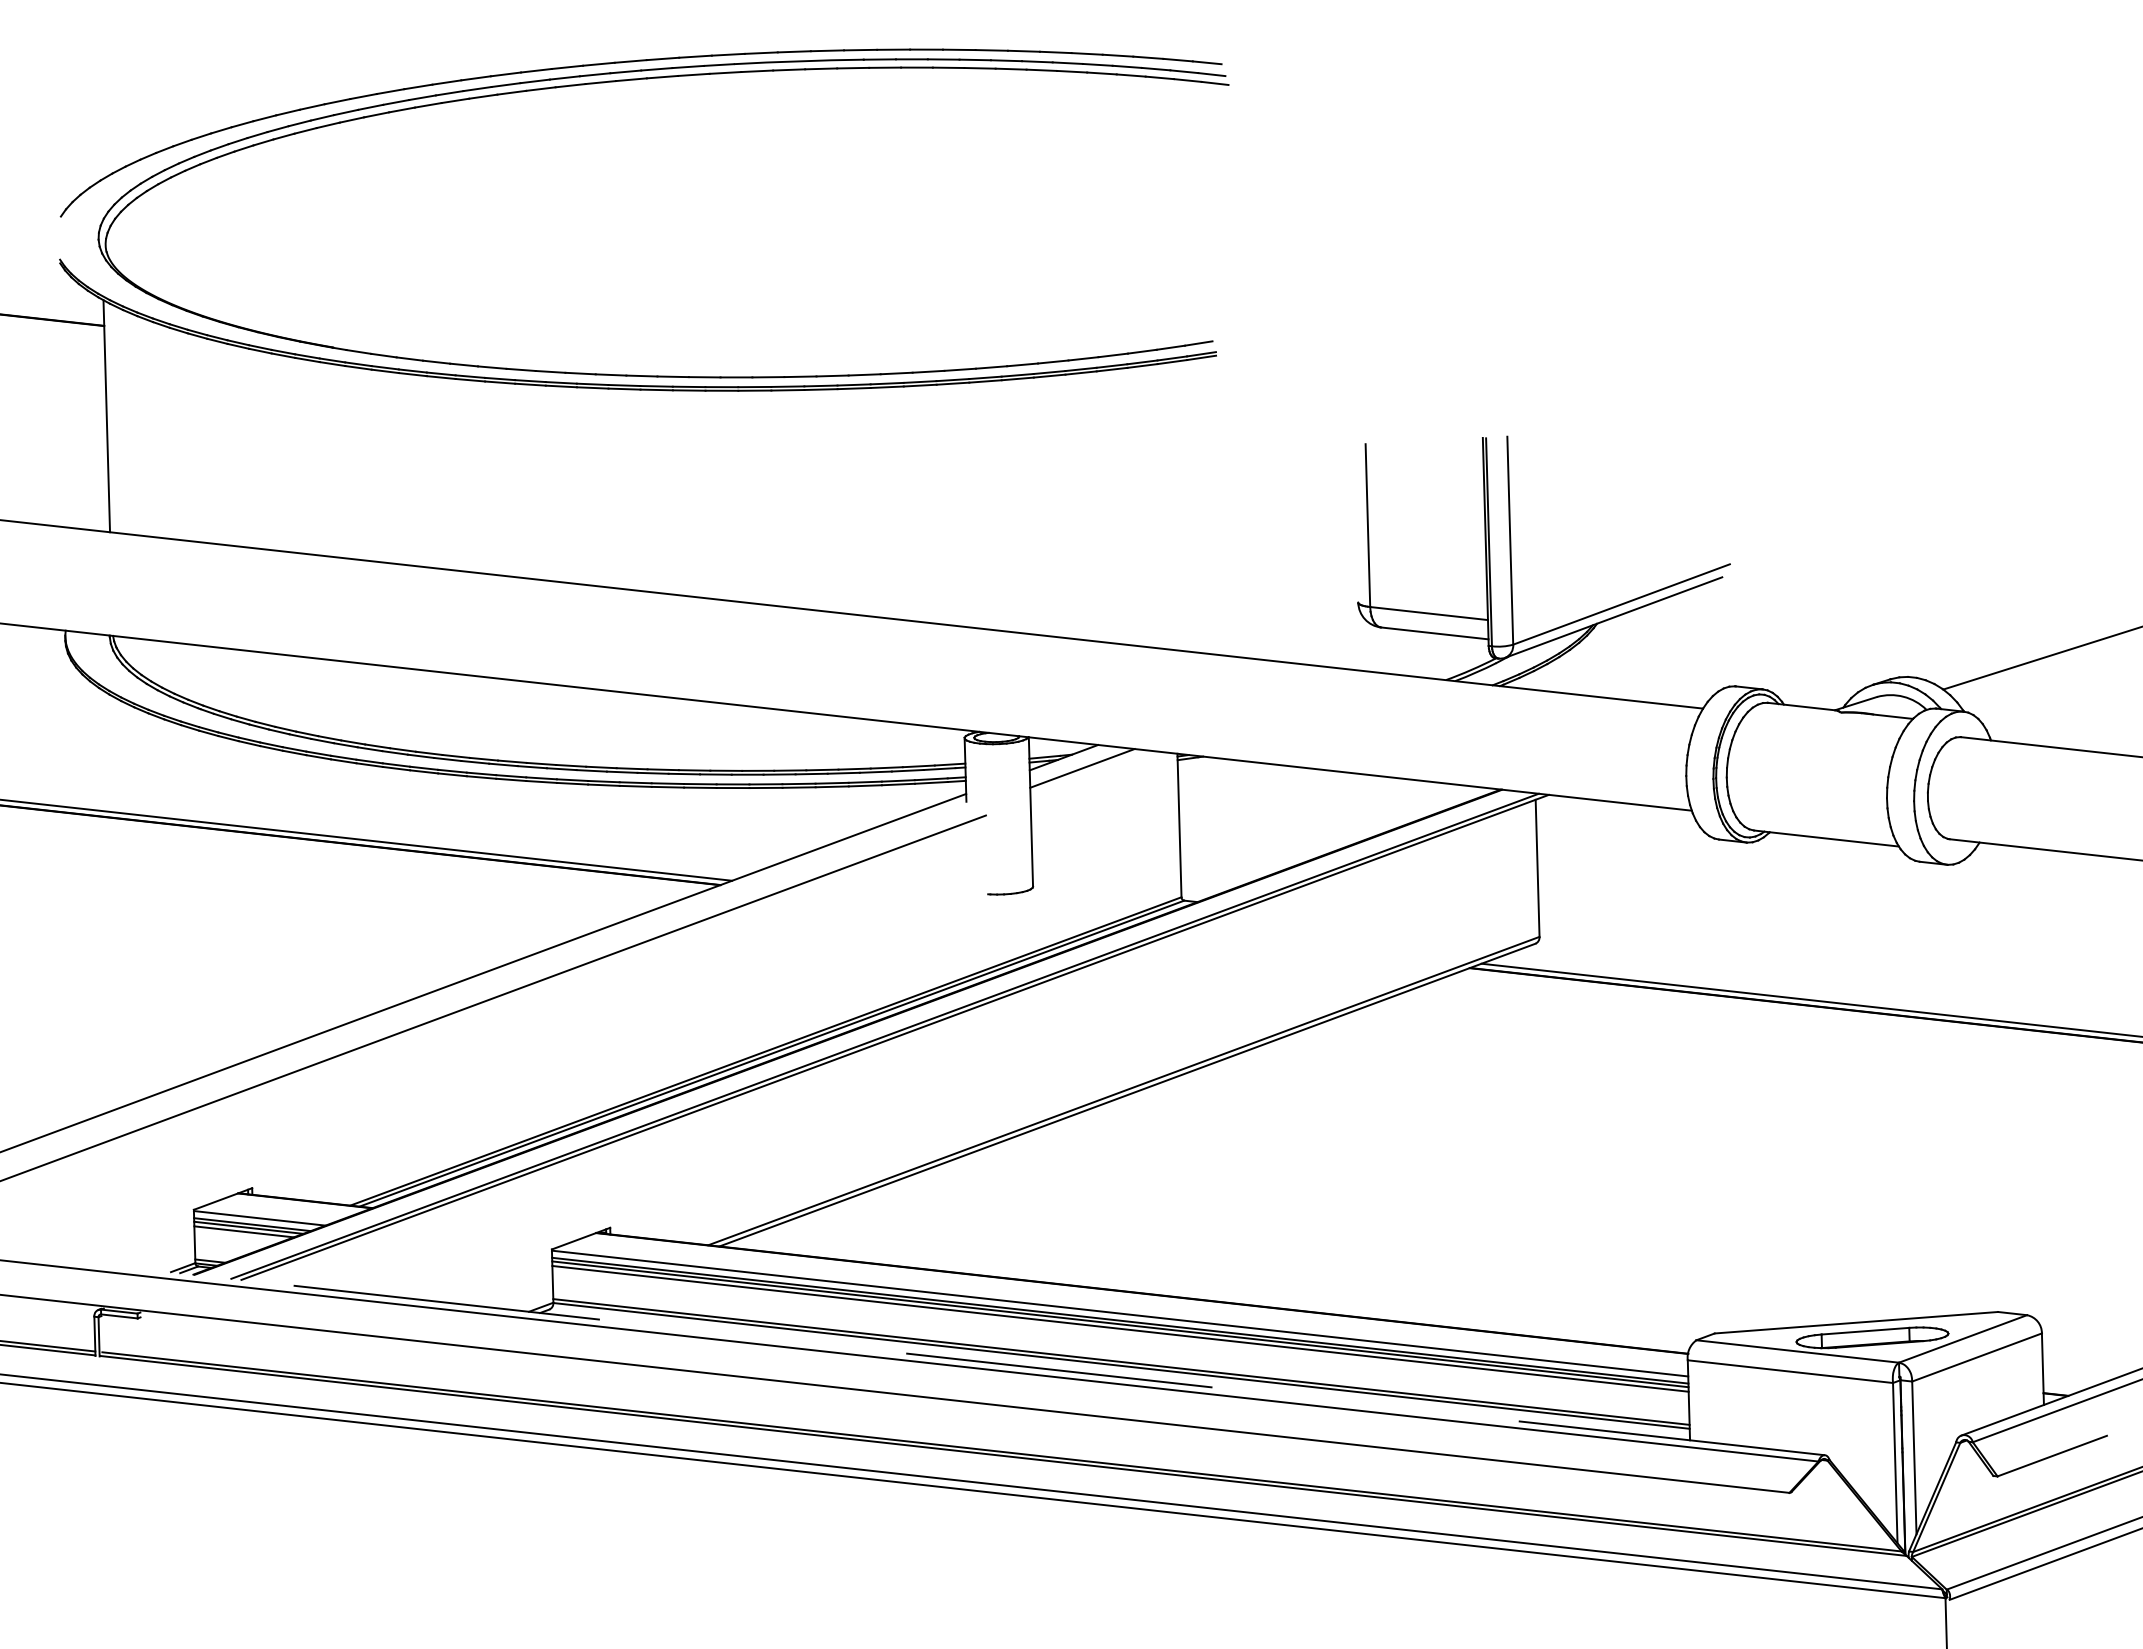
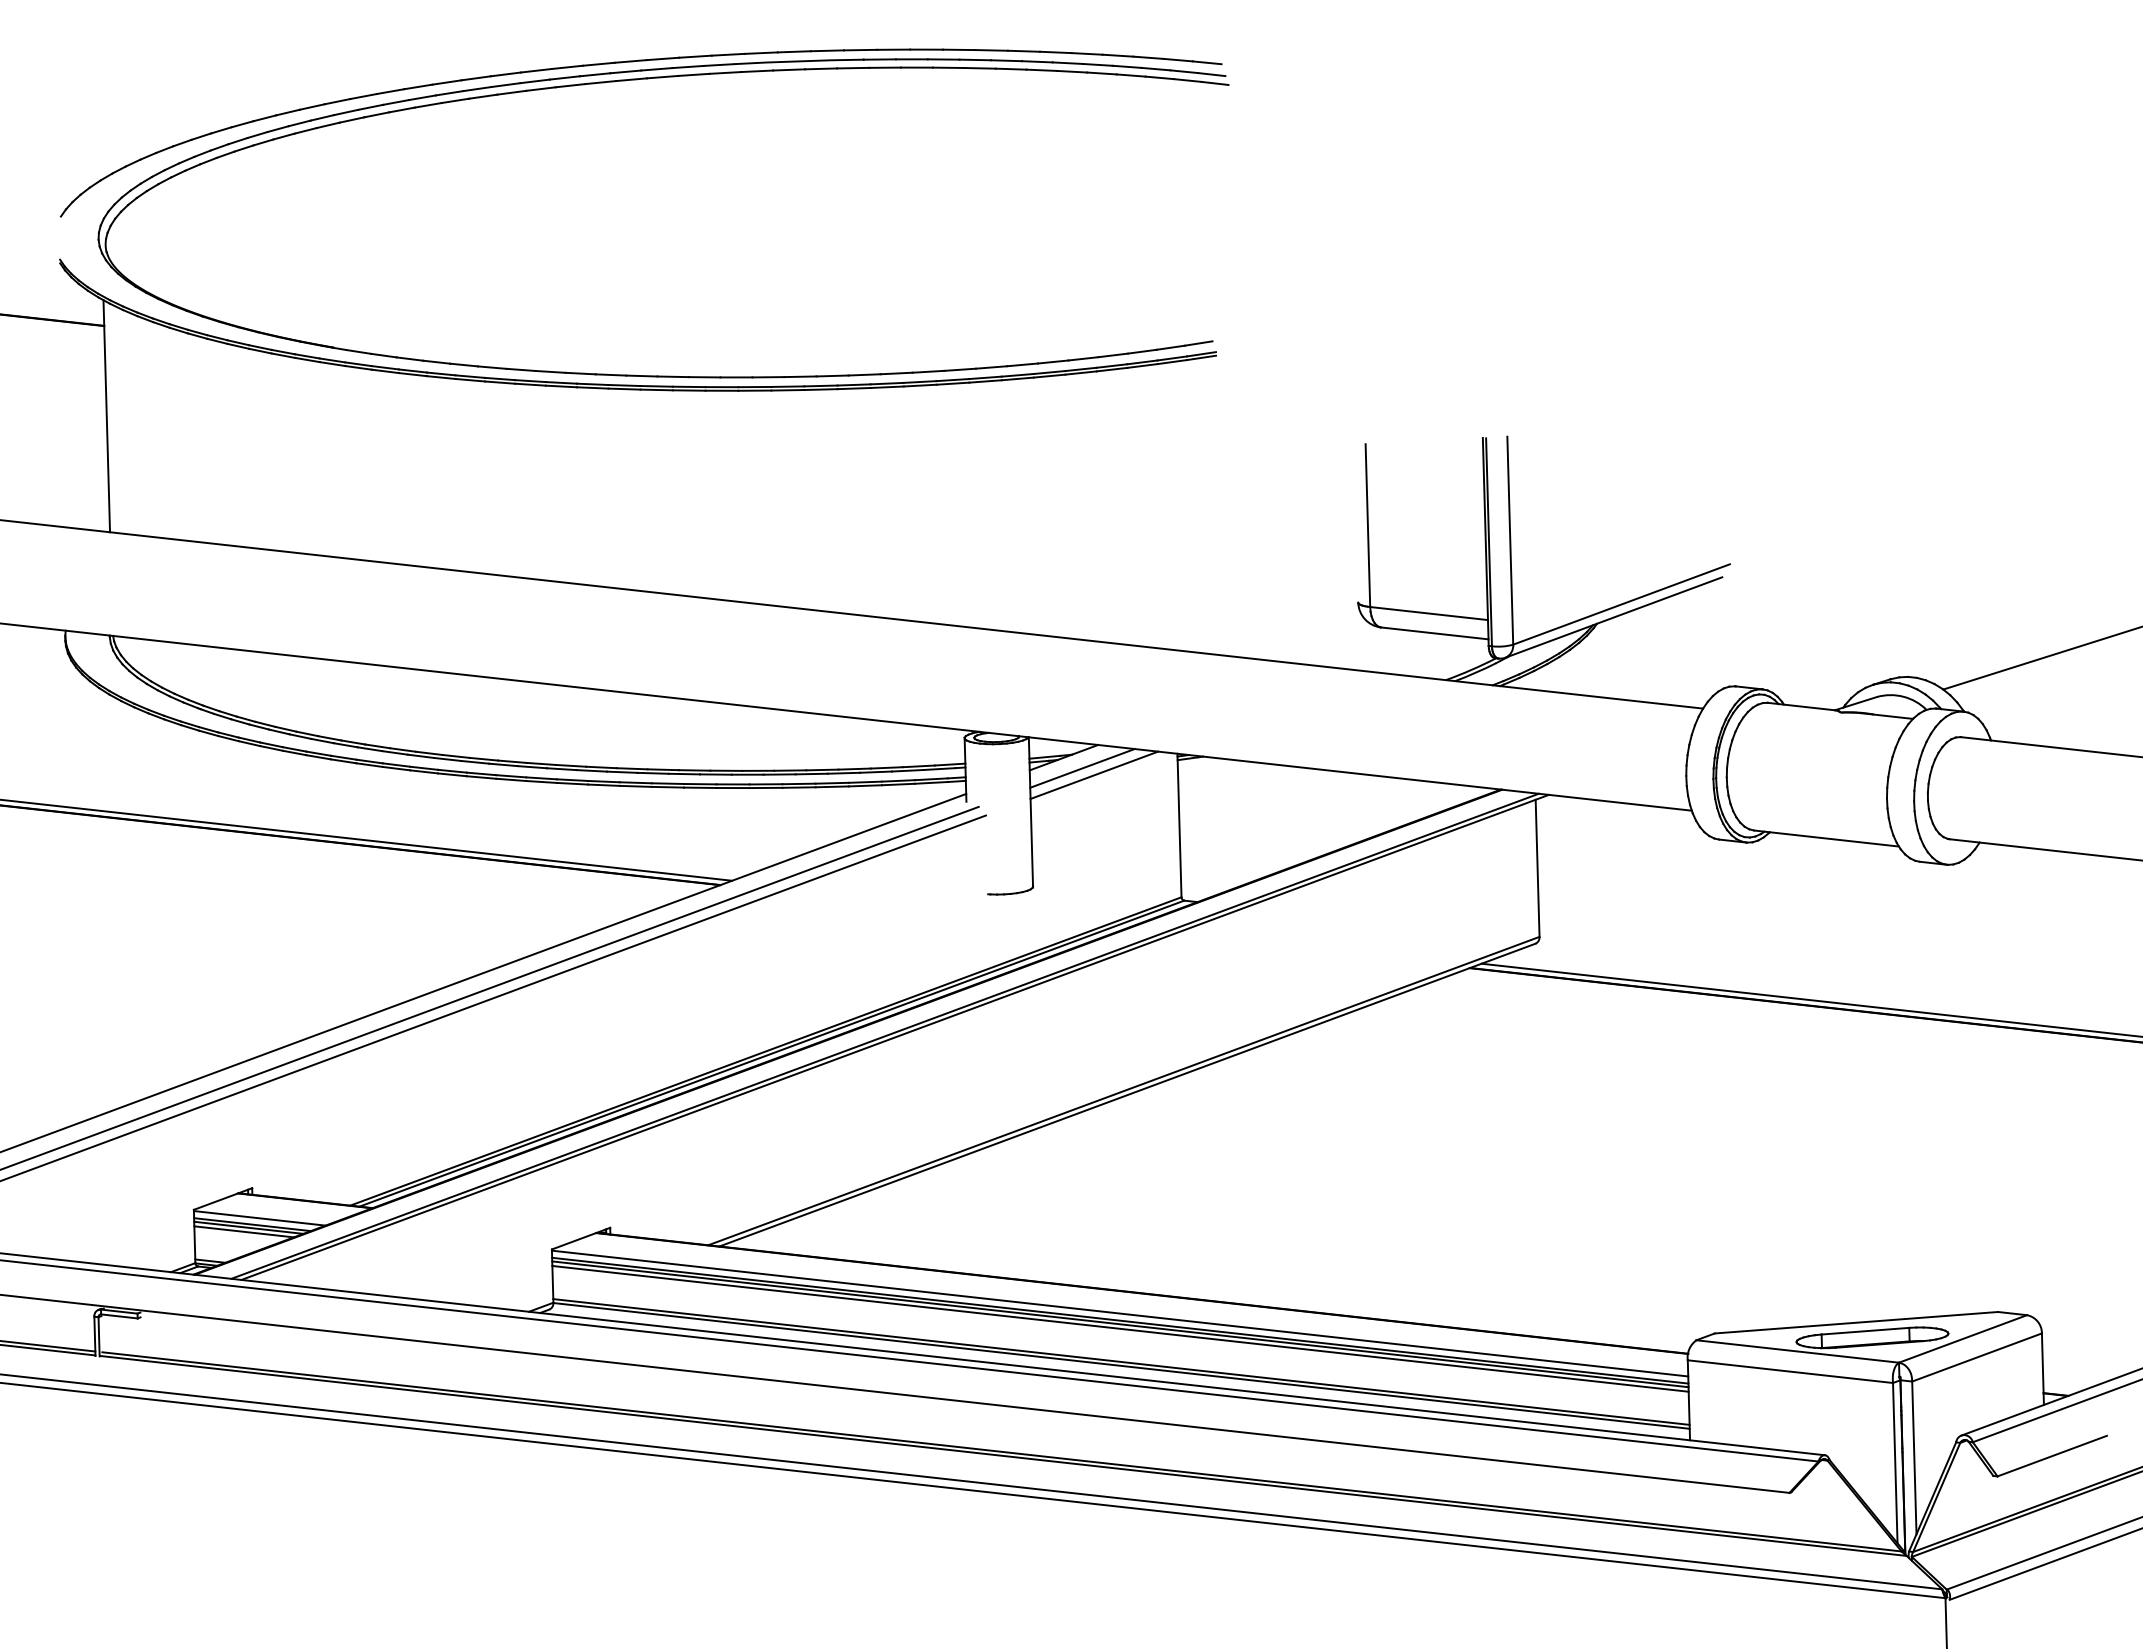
line at (1094, 774): none -> present
line at (490, 987): none -> present
line at (912, 1354): dashed -> solid
